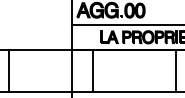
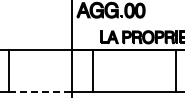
line at (126, 24): present -> none
line at (40, 91): solid -> dashed
